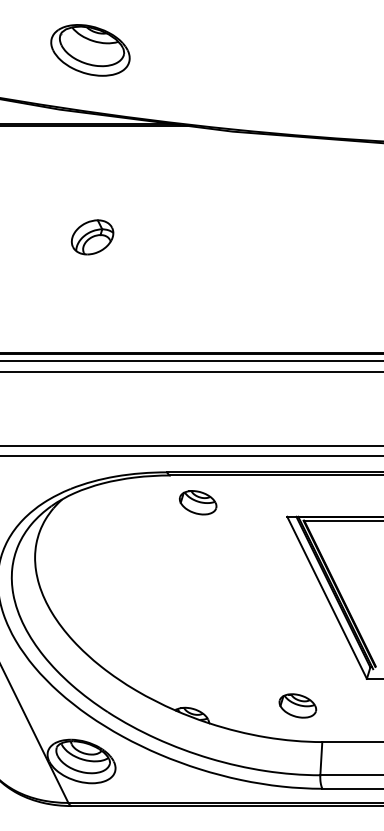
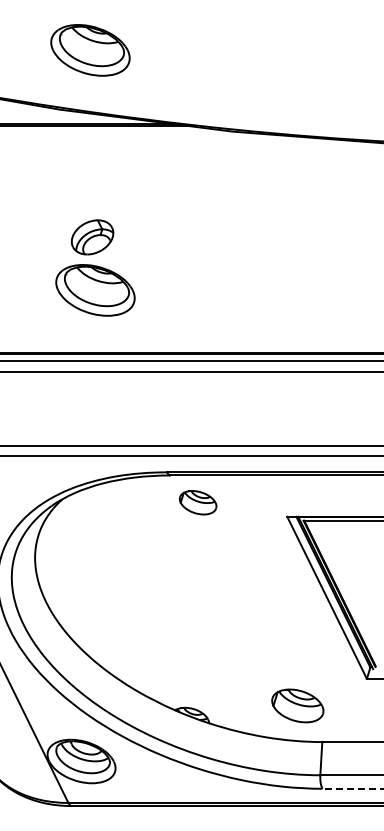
part at (95, 290): none -> present
part at (297, 705) size: 40x26 px -> 54x36 px
line at (352, 788): solid -> dashed
